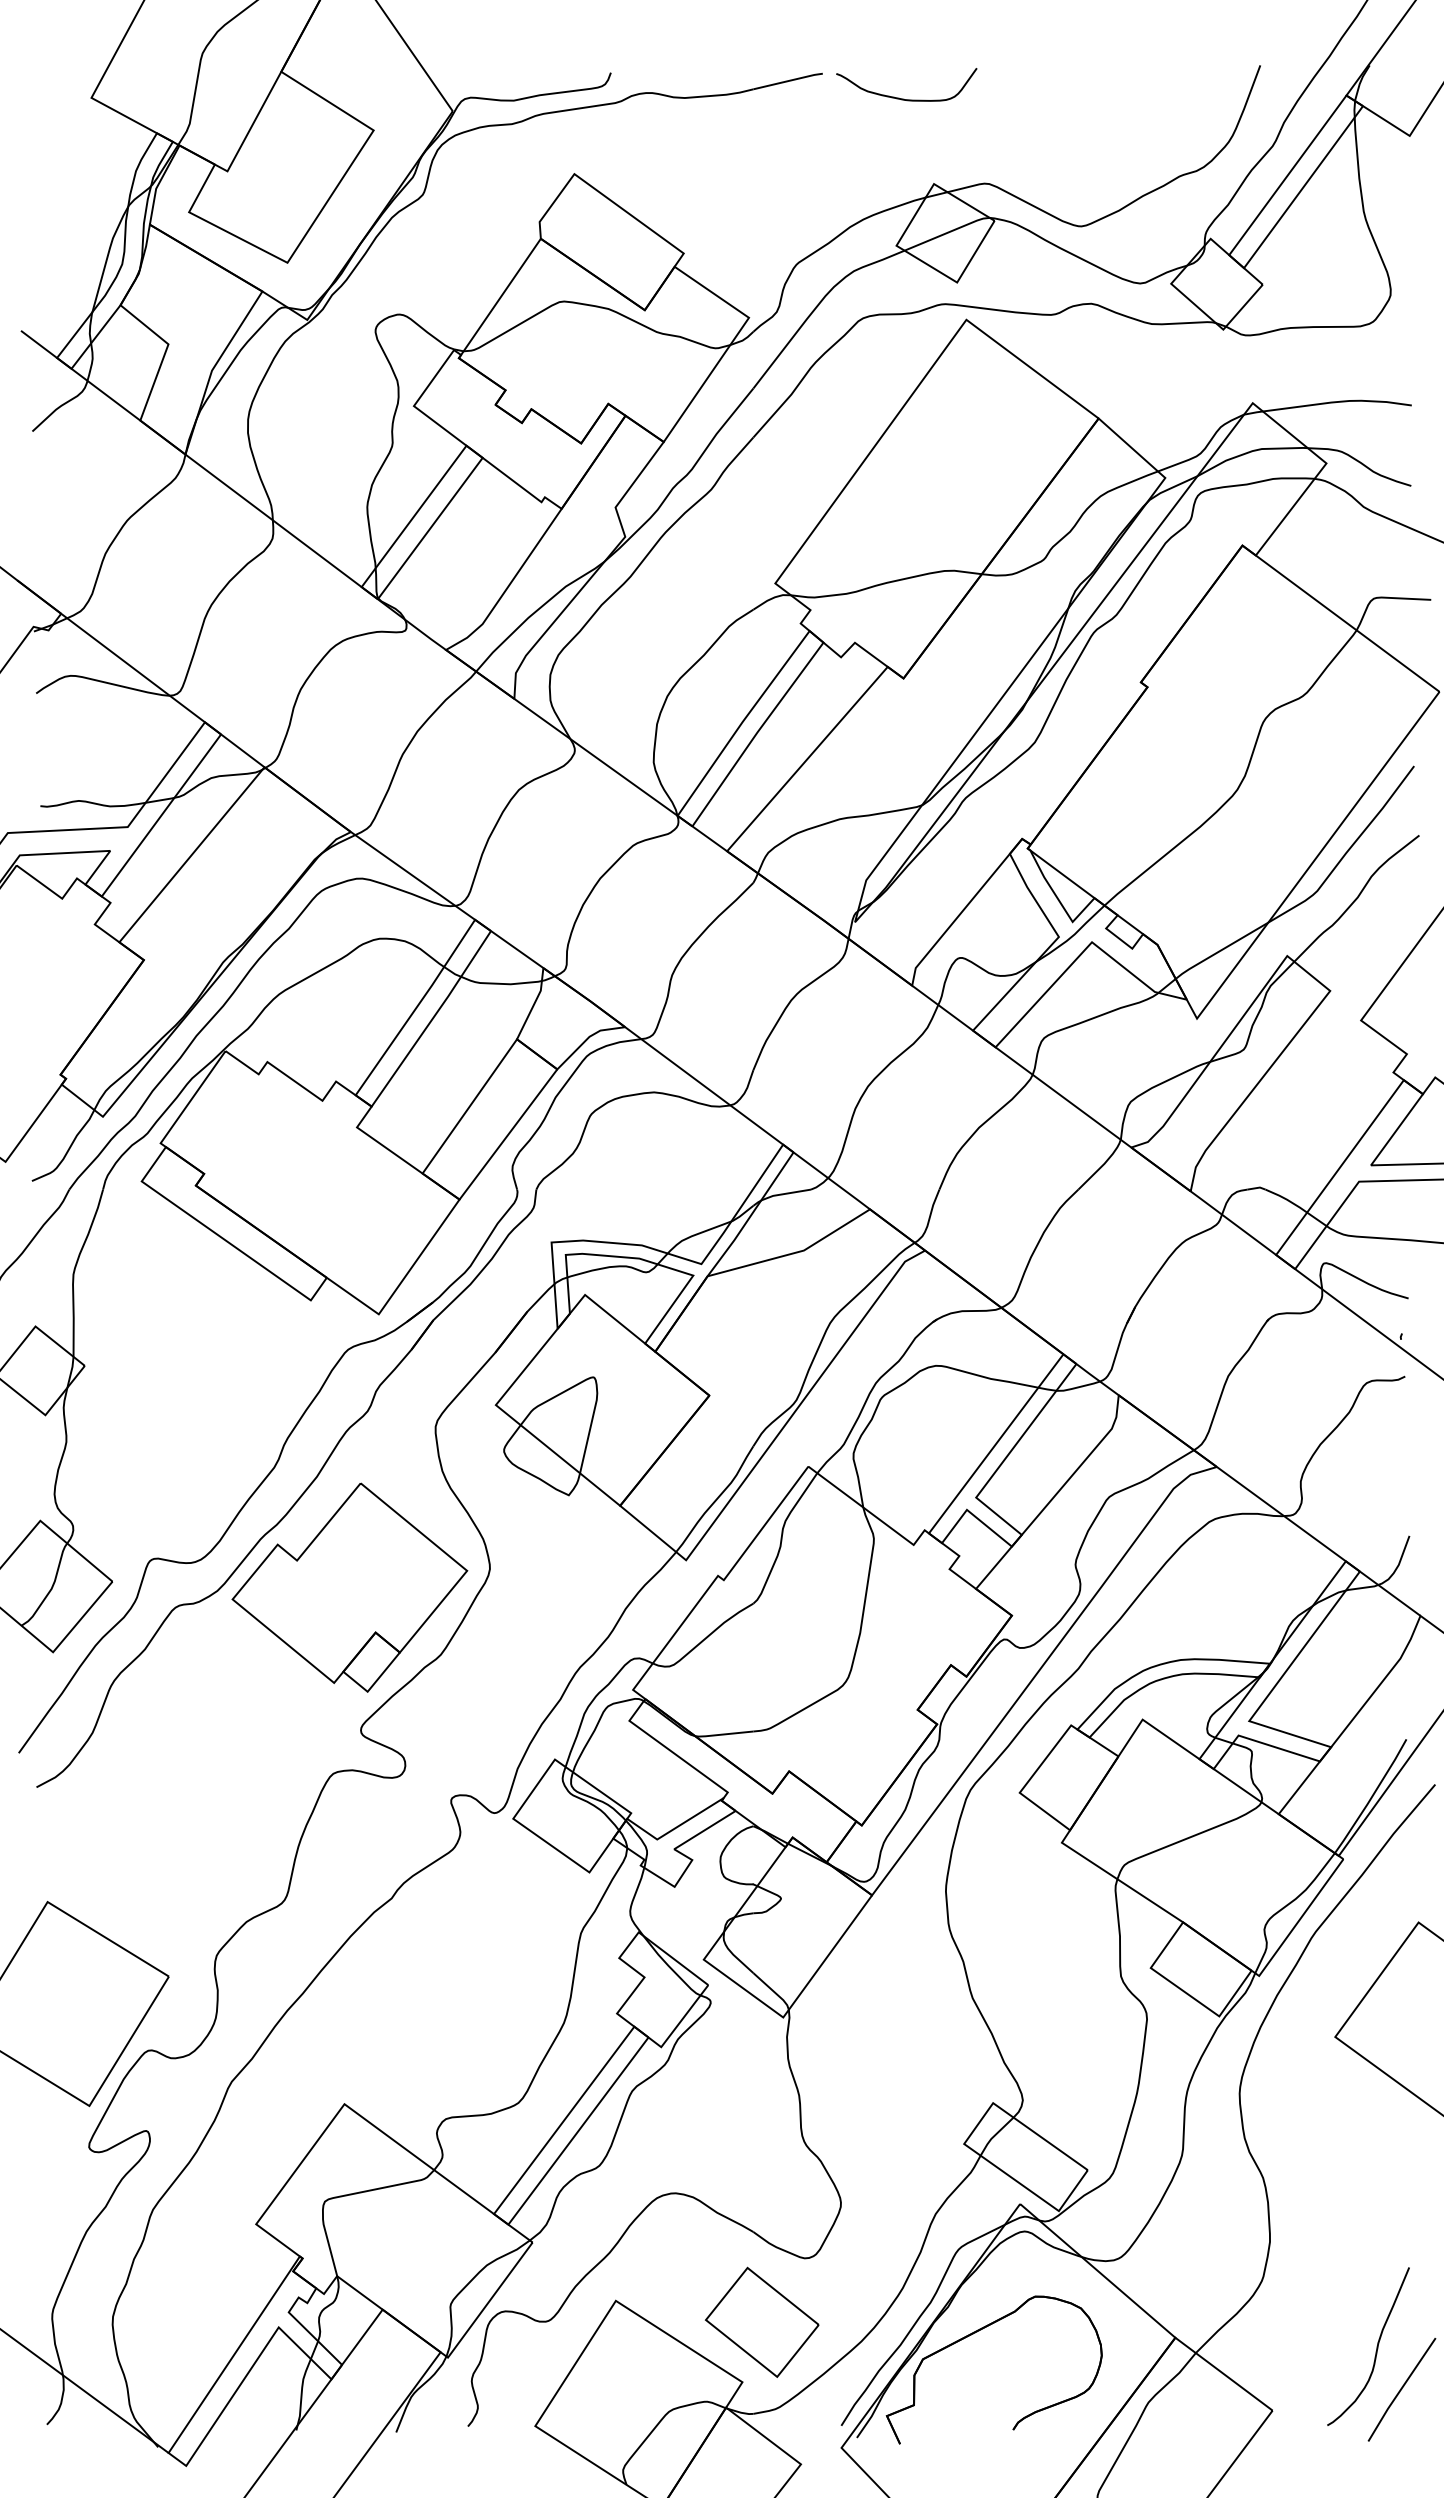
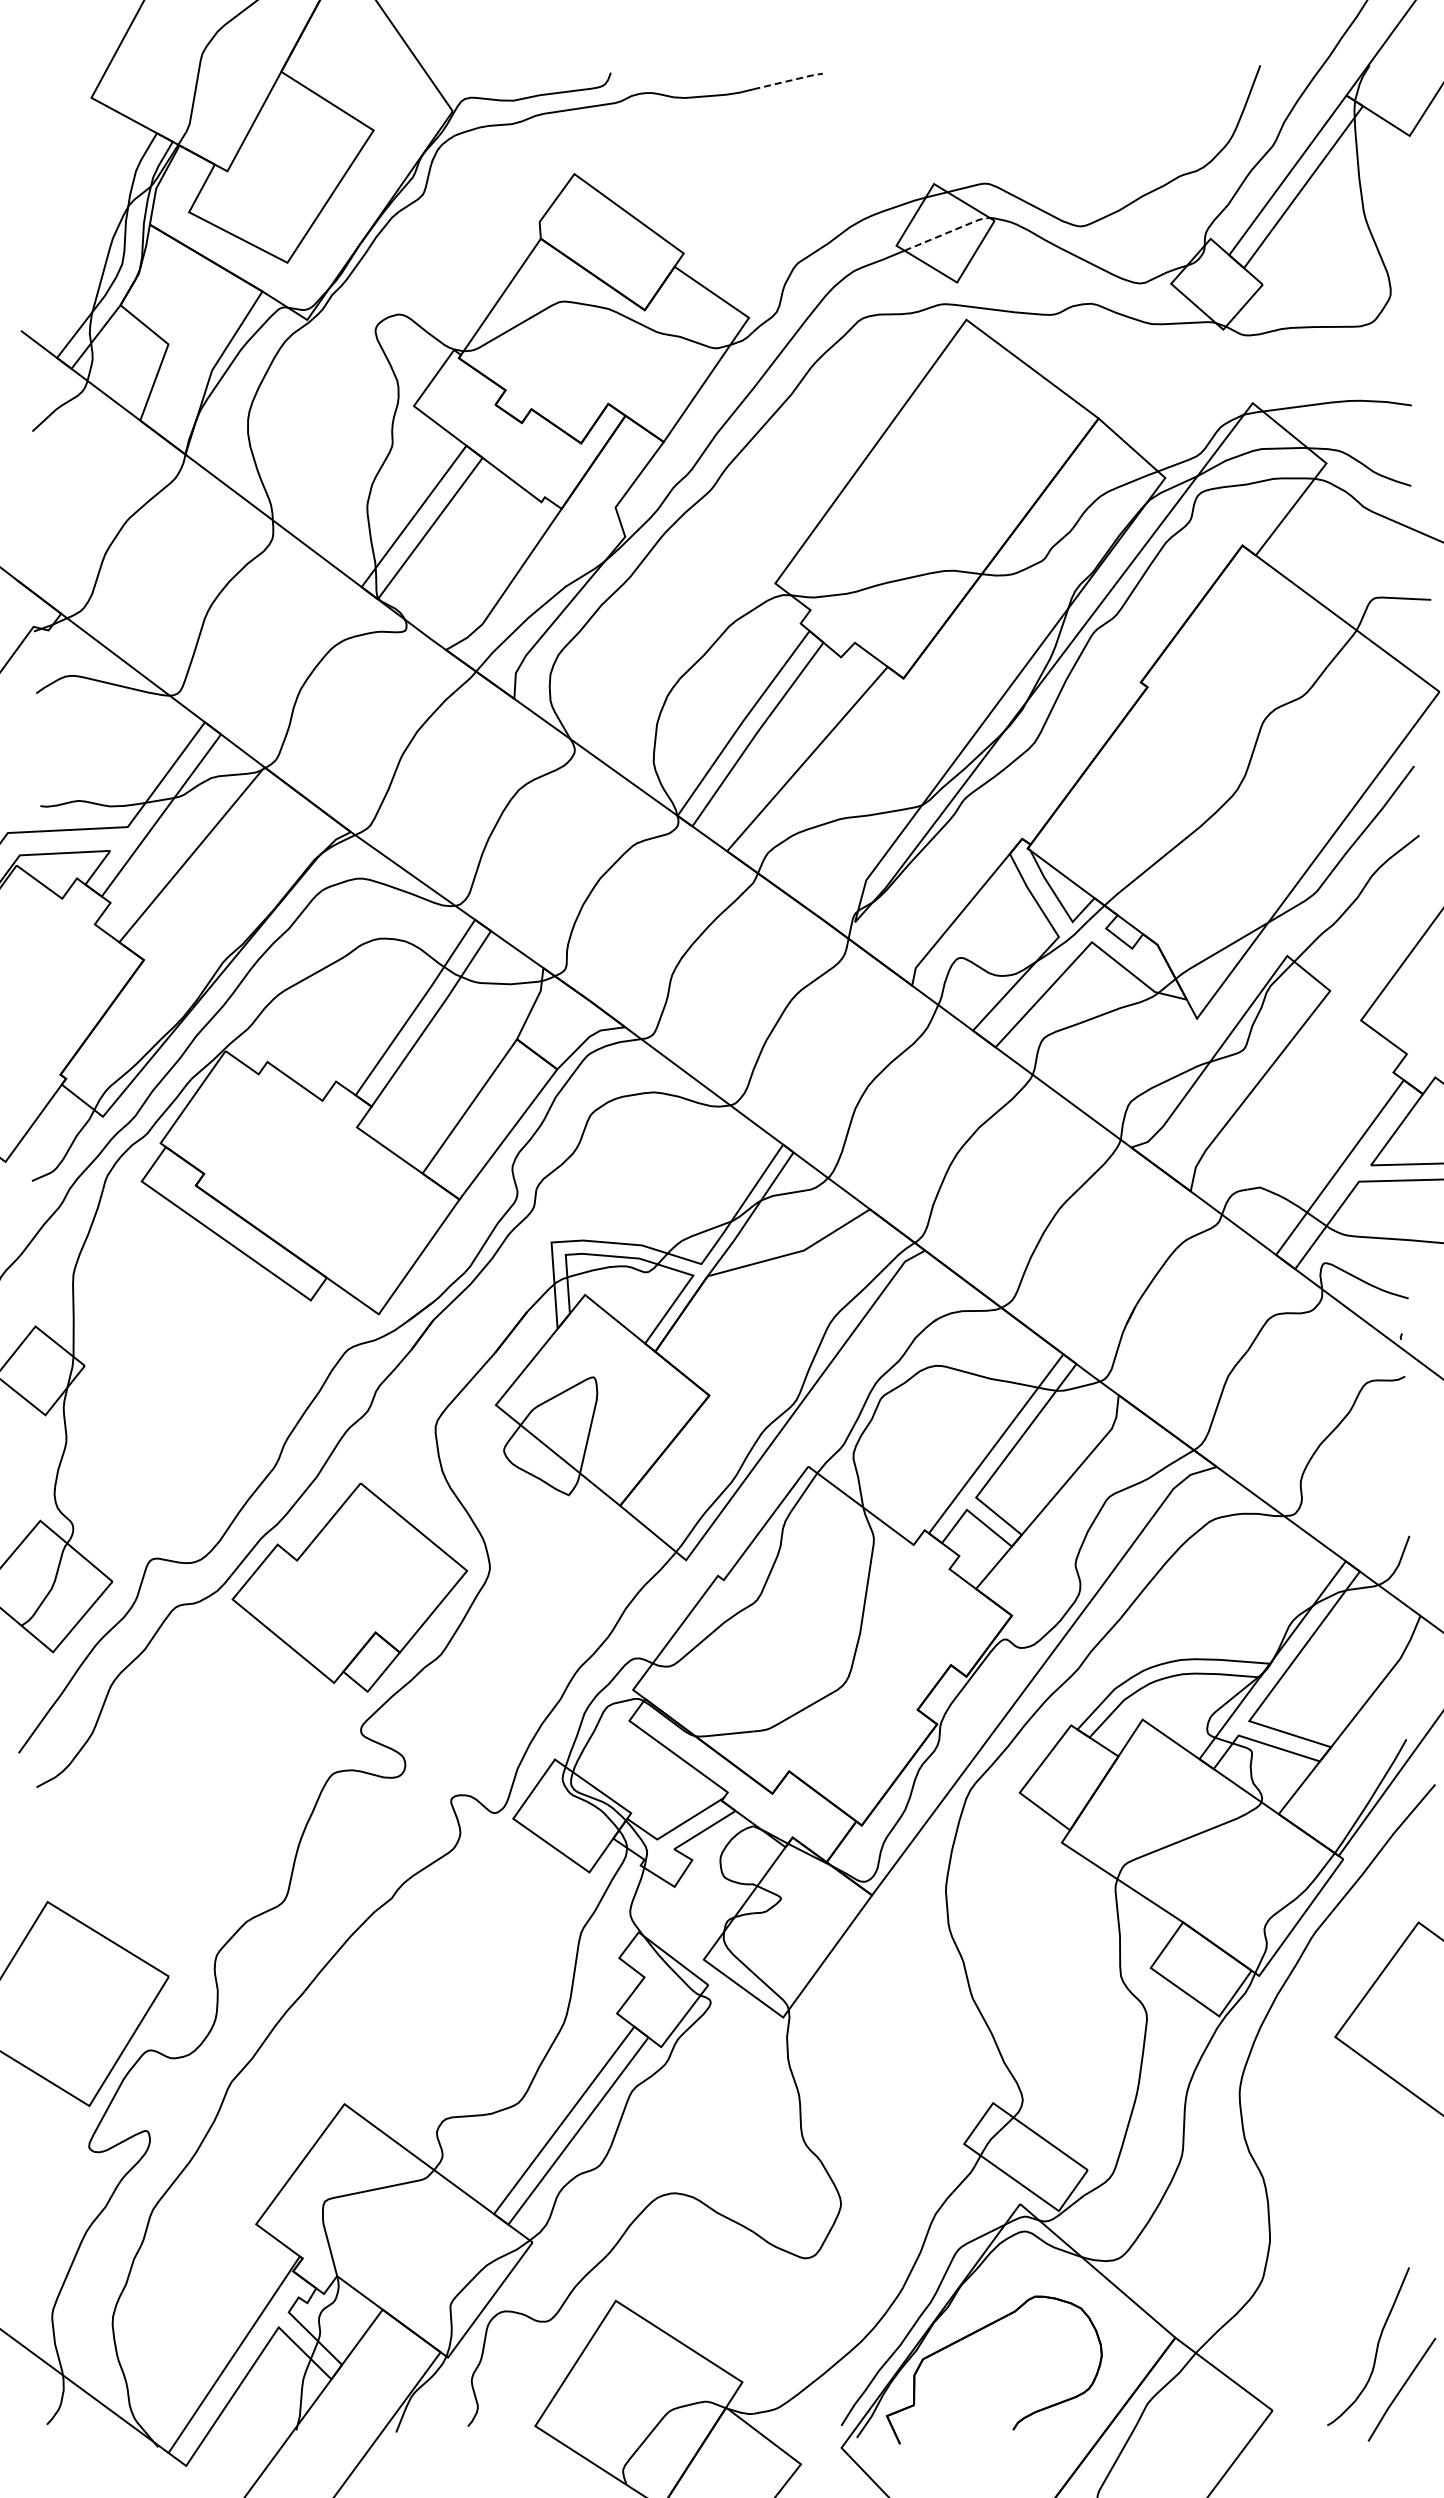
line at (789, 80): solid -> dashed
curve at (903, 98): present -> none
line at (948, 232): solid -> dashed
part at (761, 2321): present -> none
